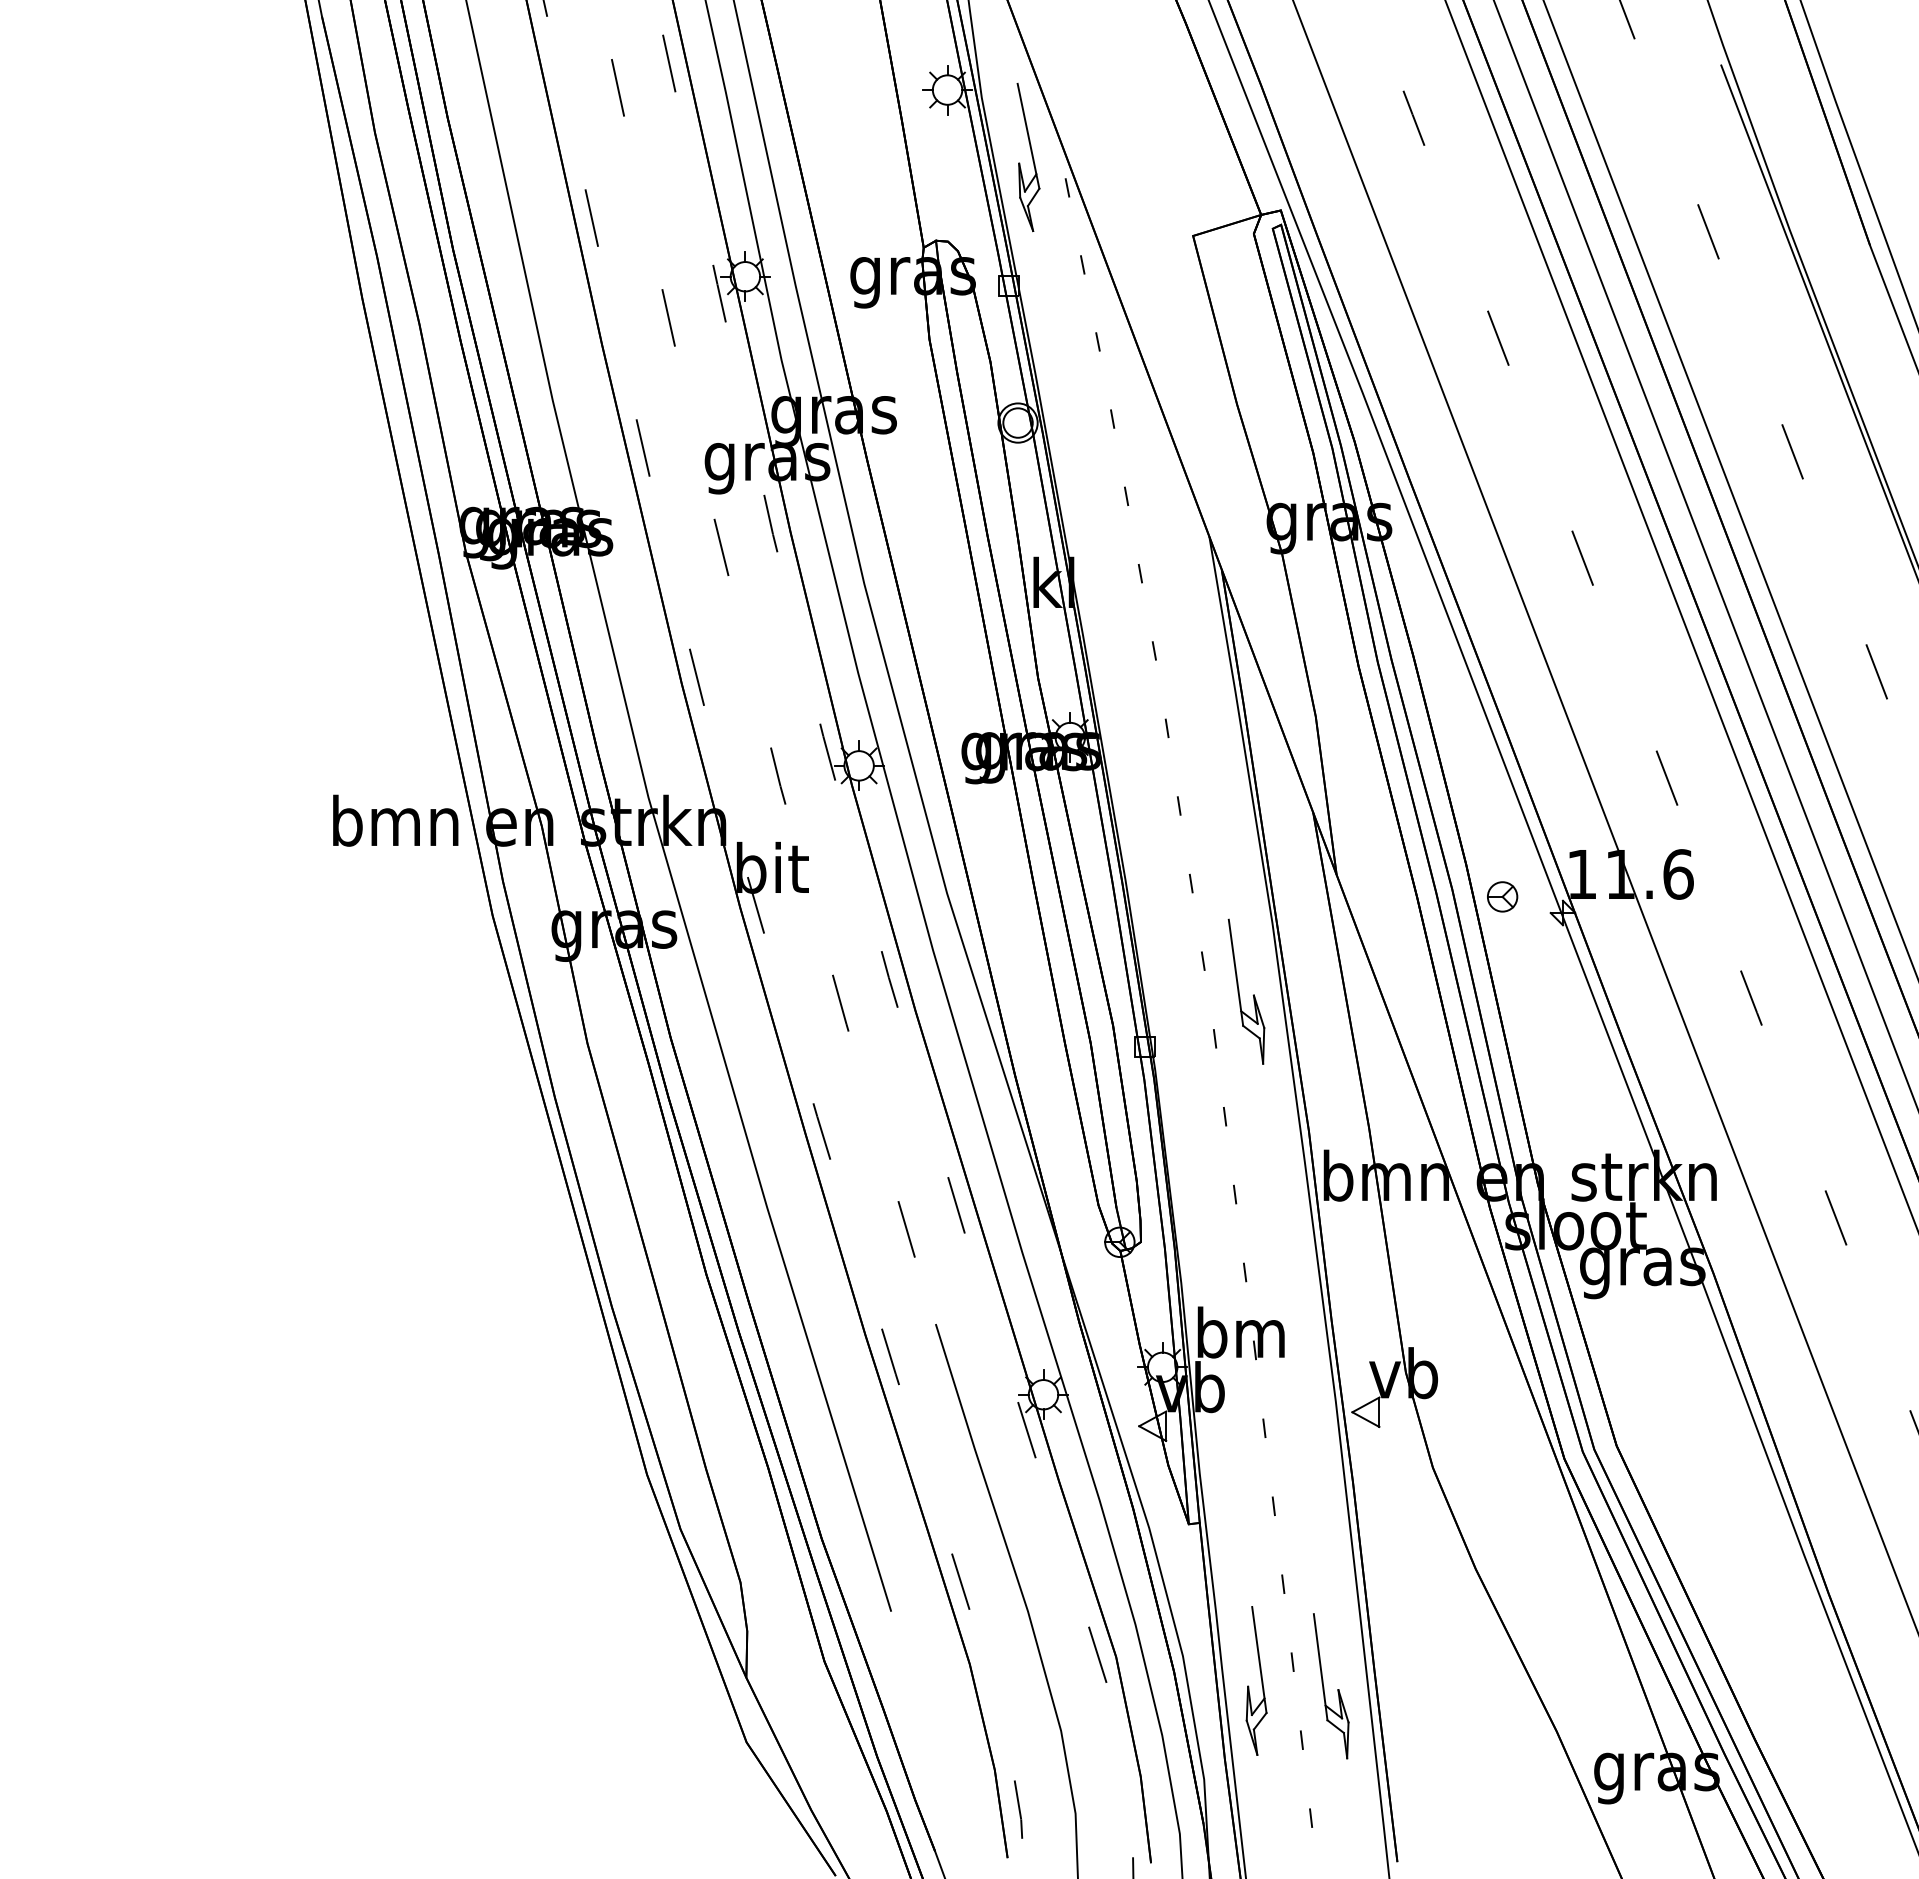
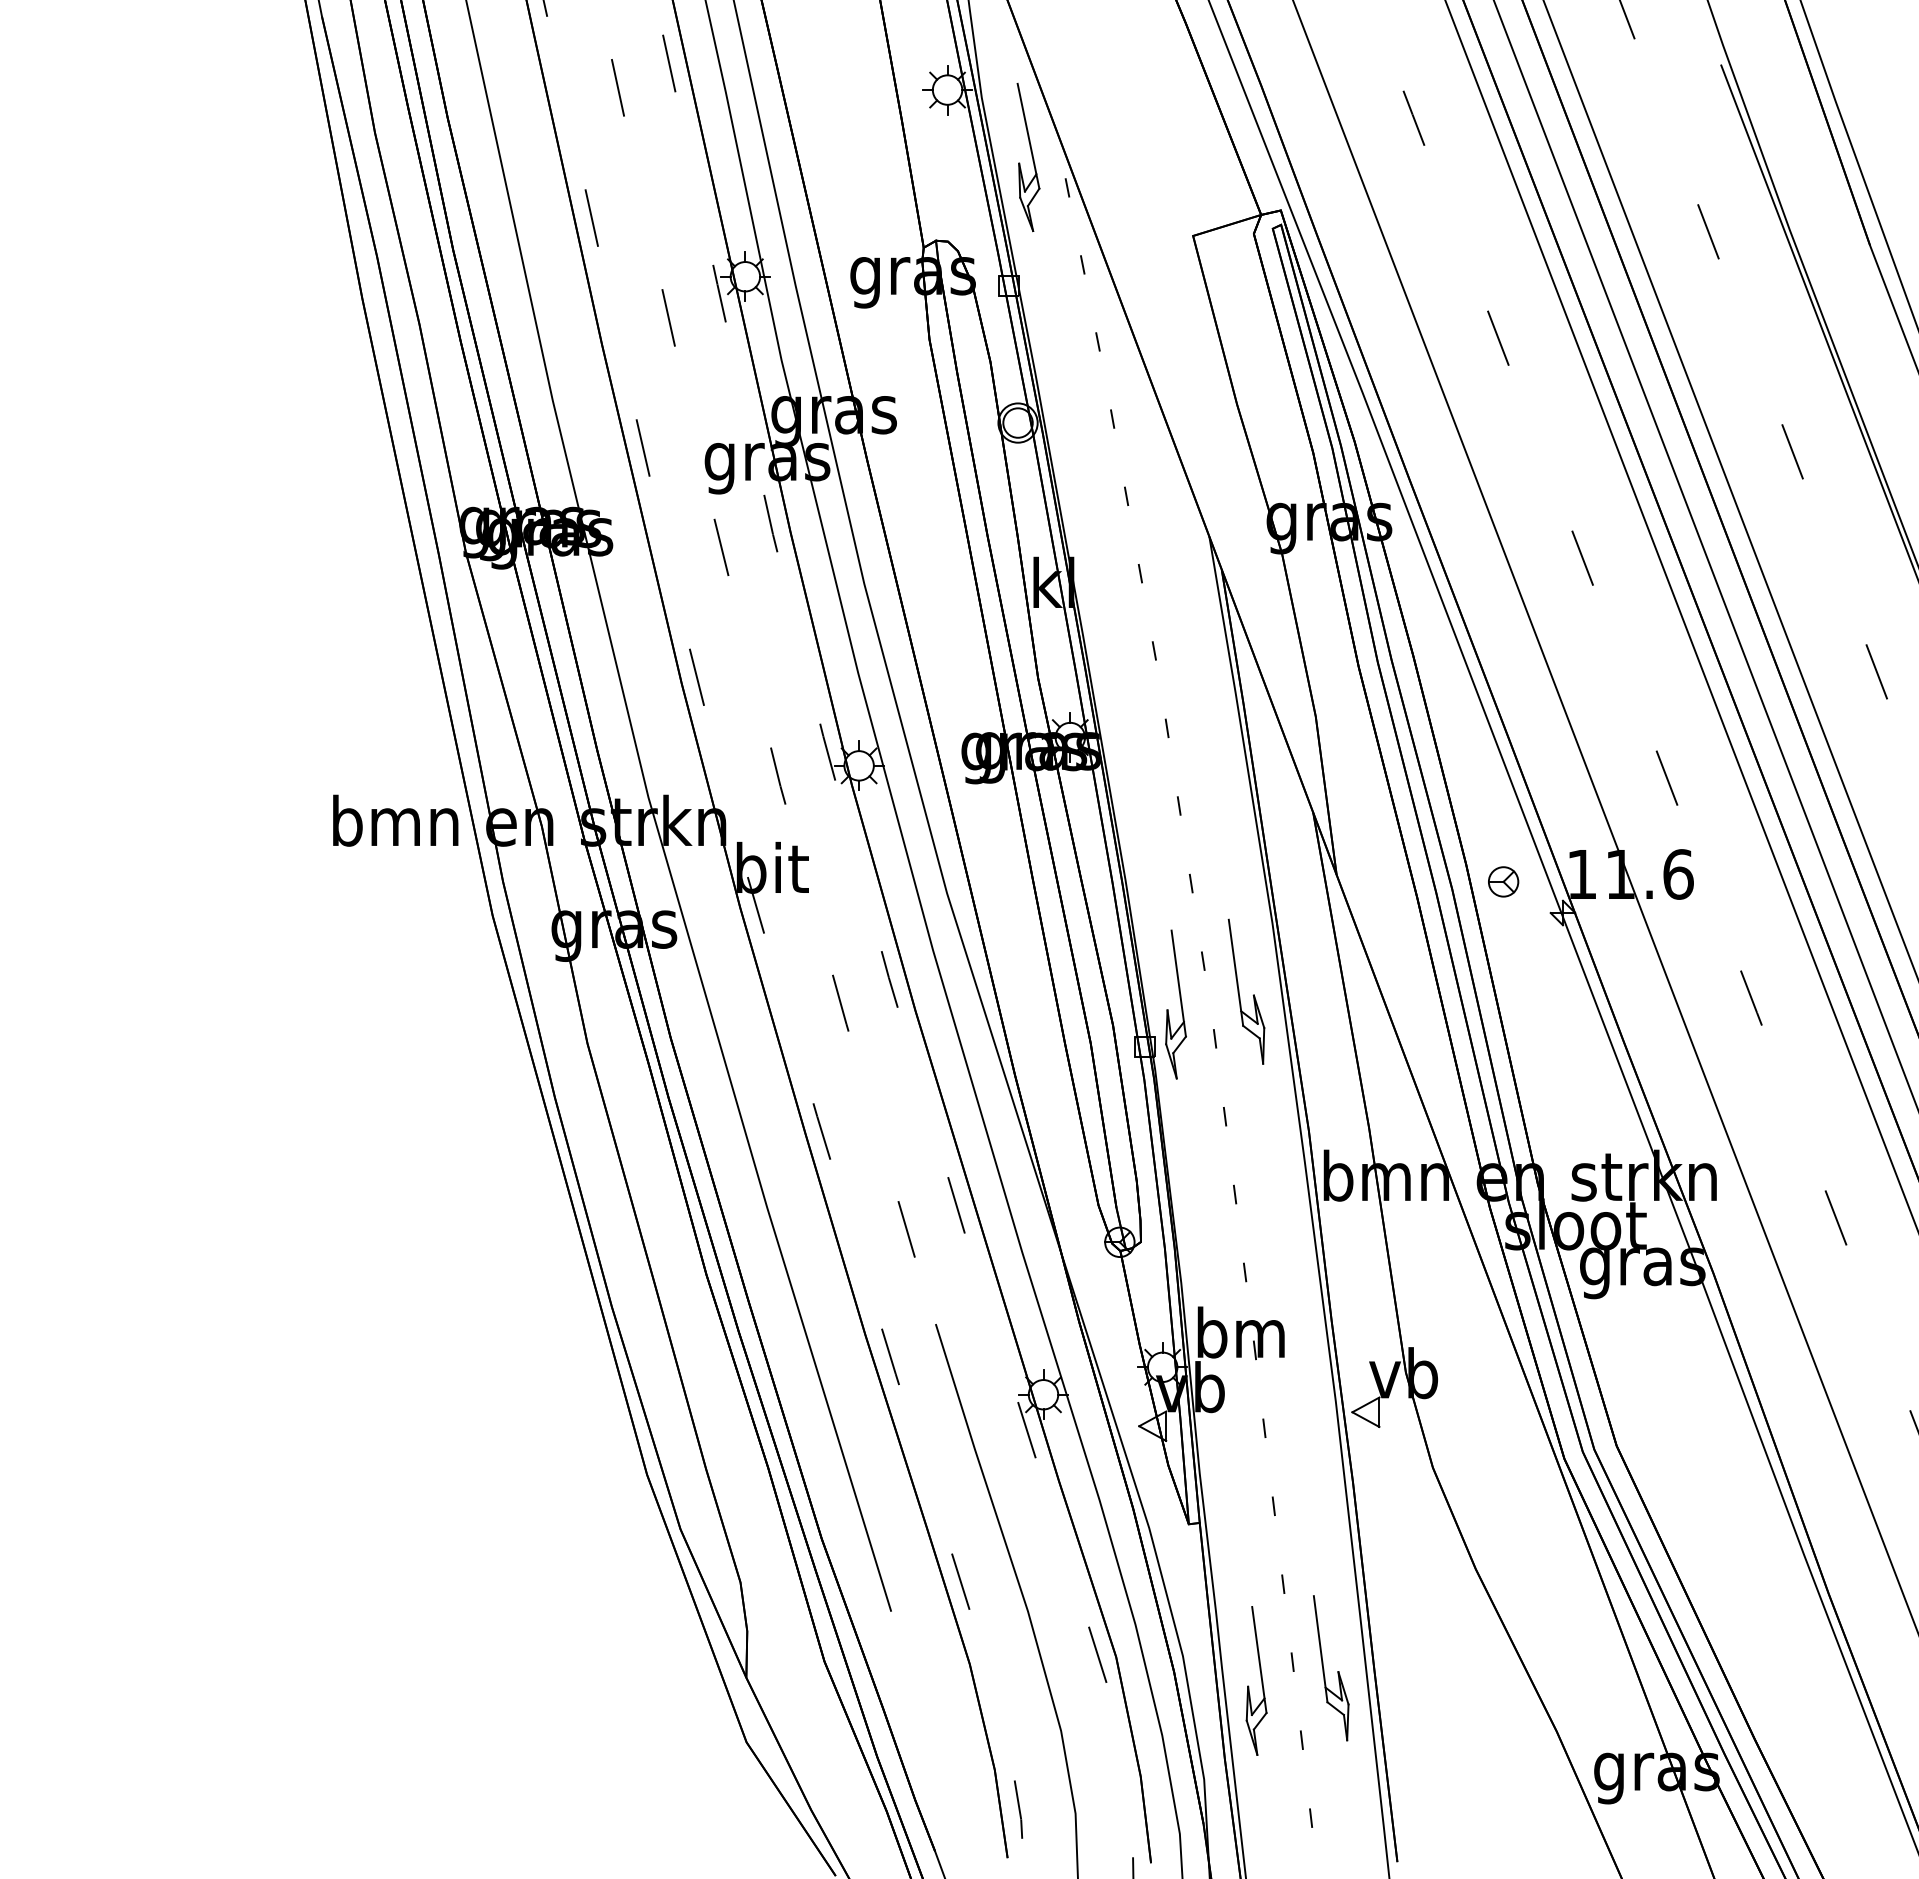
part at (1502, 896) position: (1502, 896) -> (1503, 881)
part at (1175, 1004): none -> present
part at (1337, 1689) position: (1337, 1689) -> (1337, 1671)
